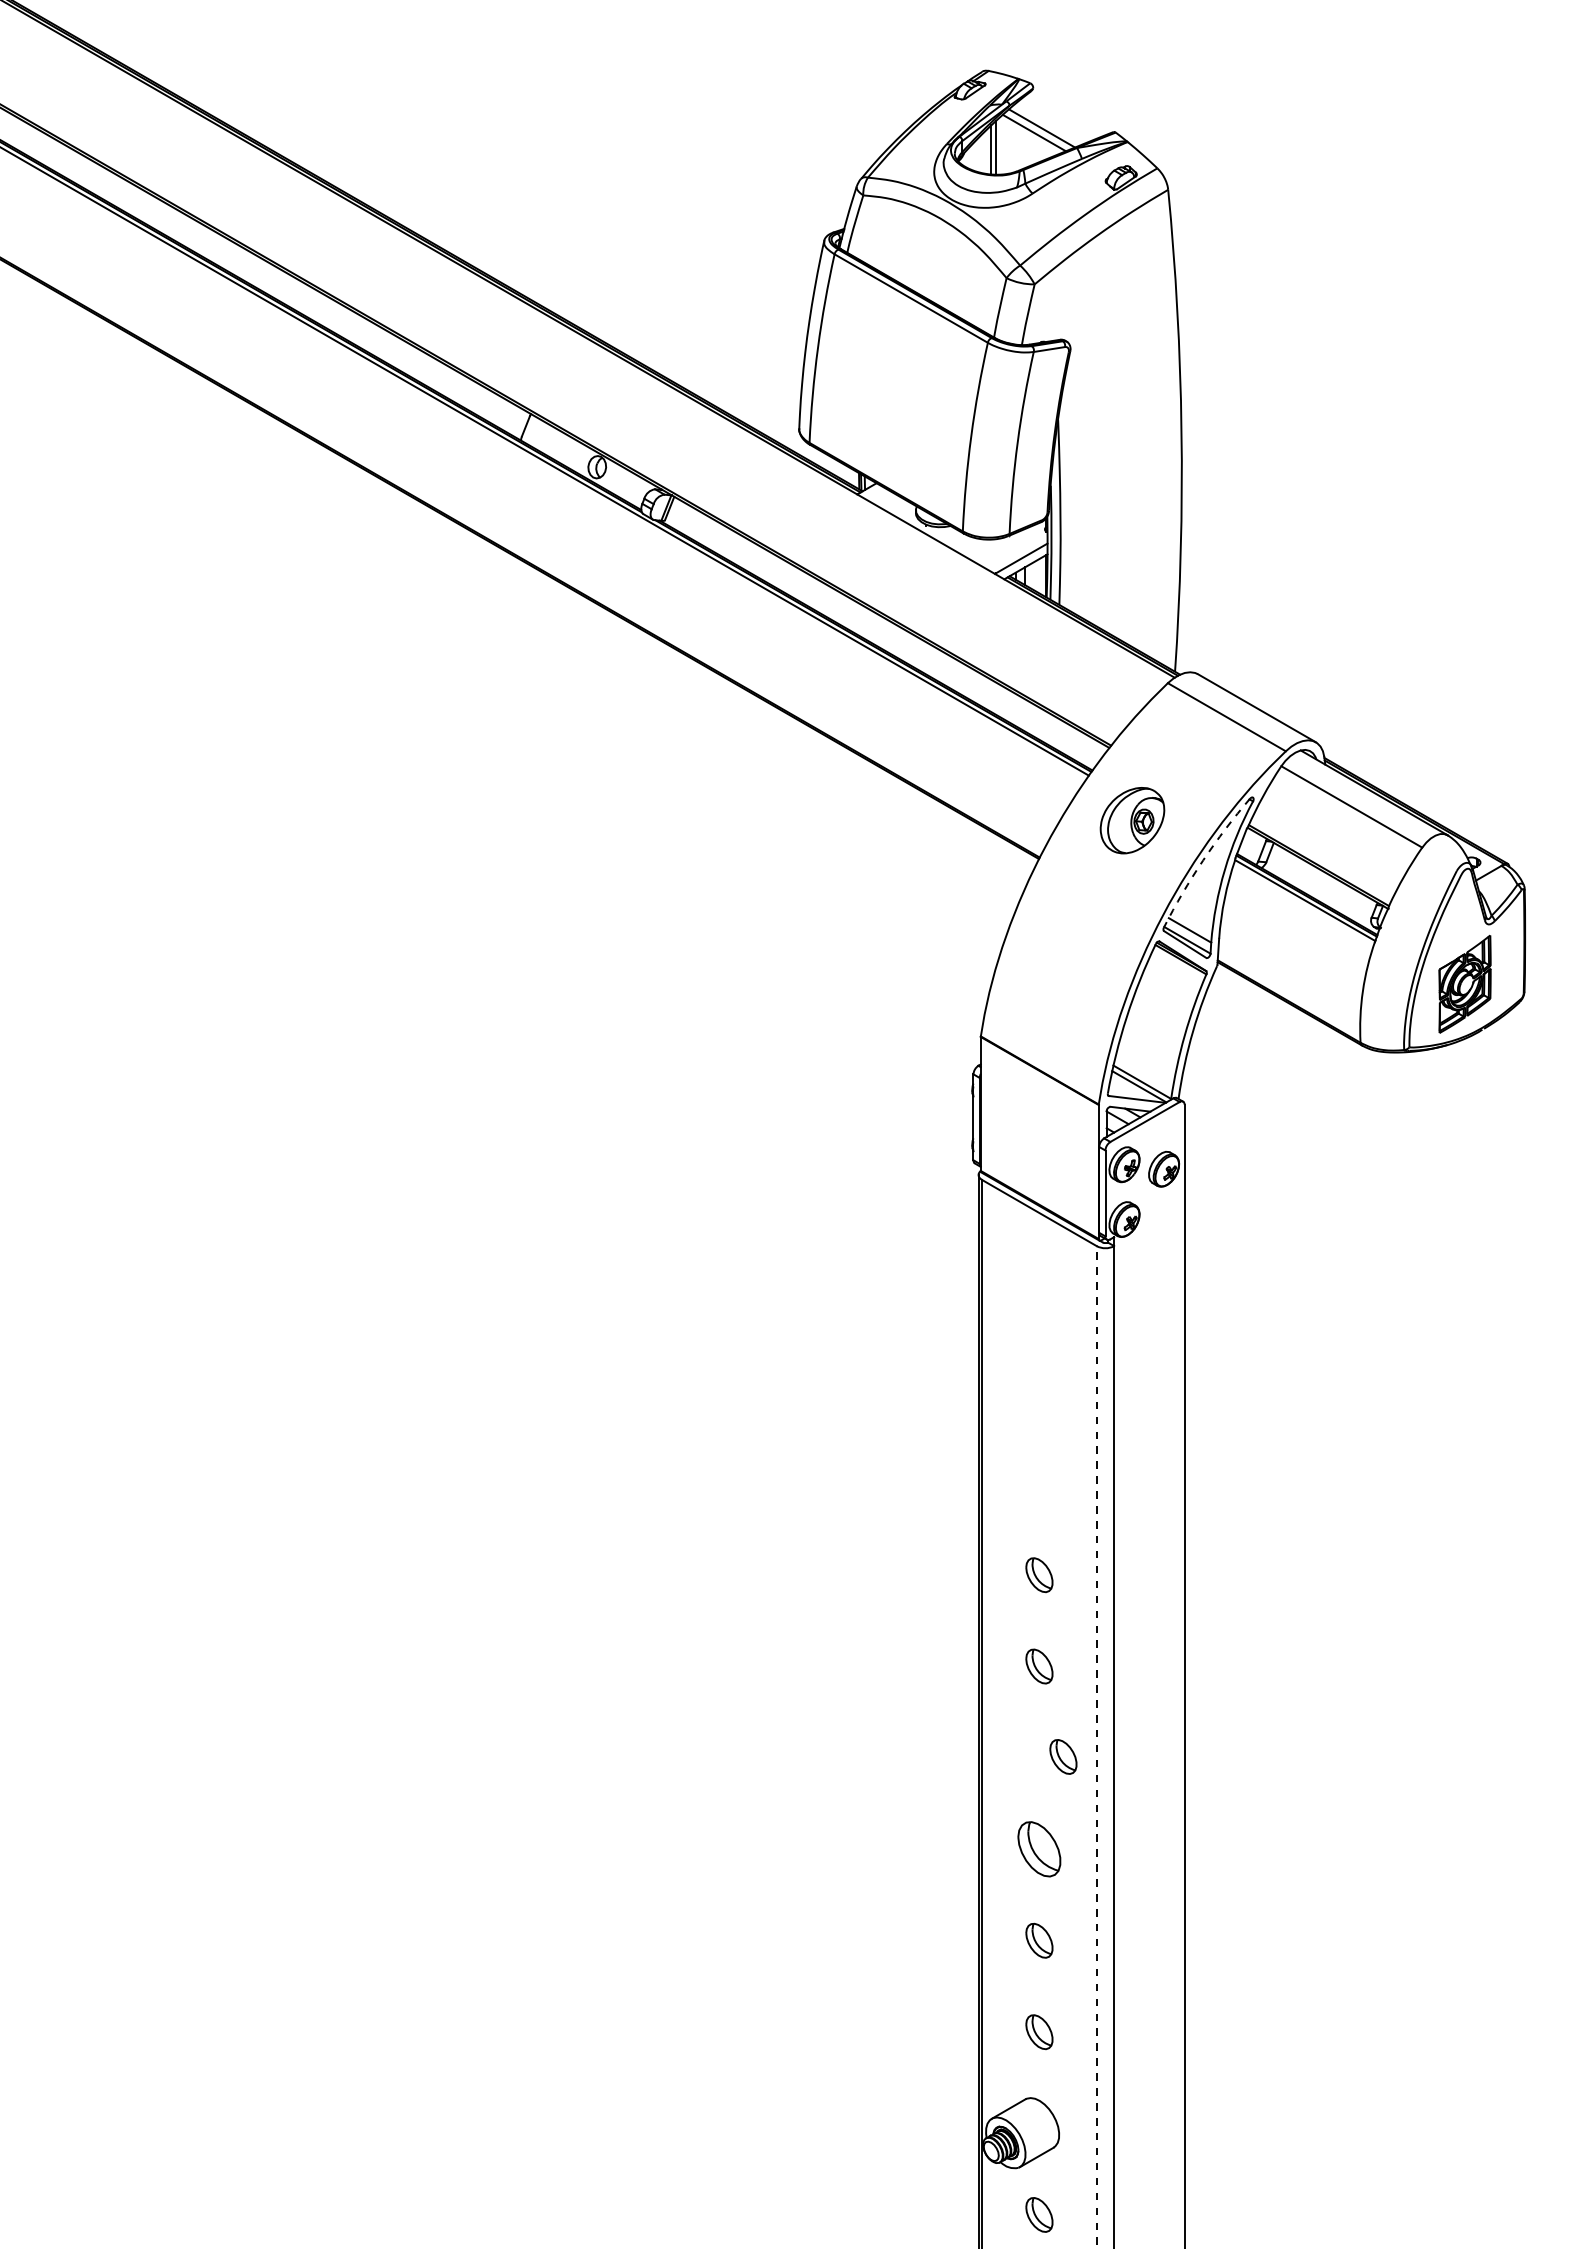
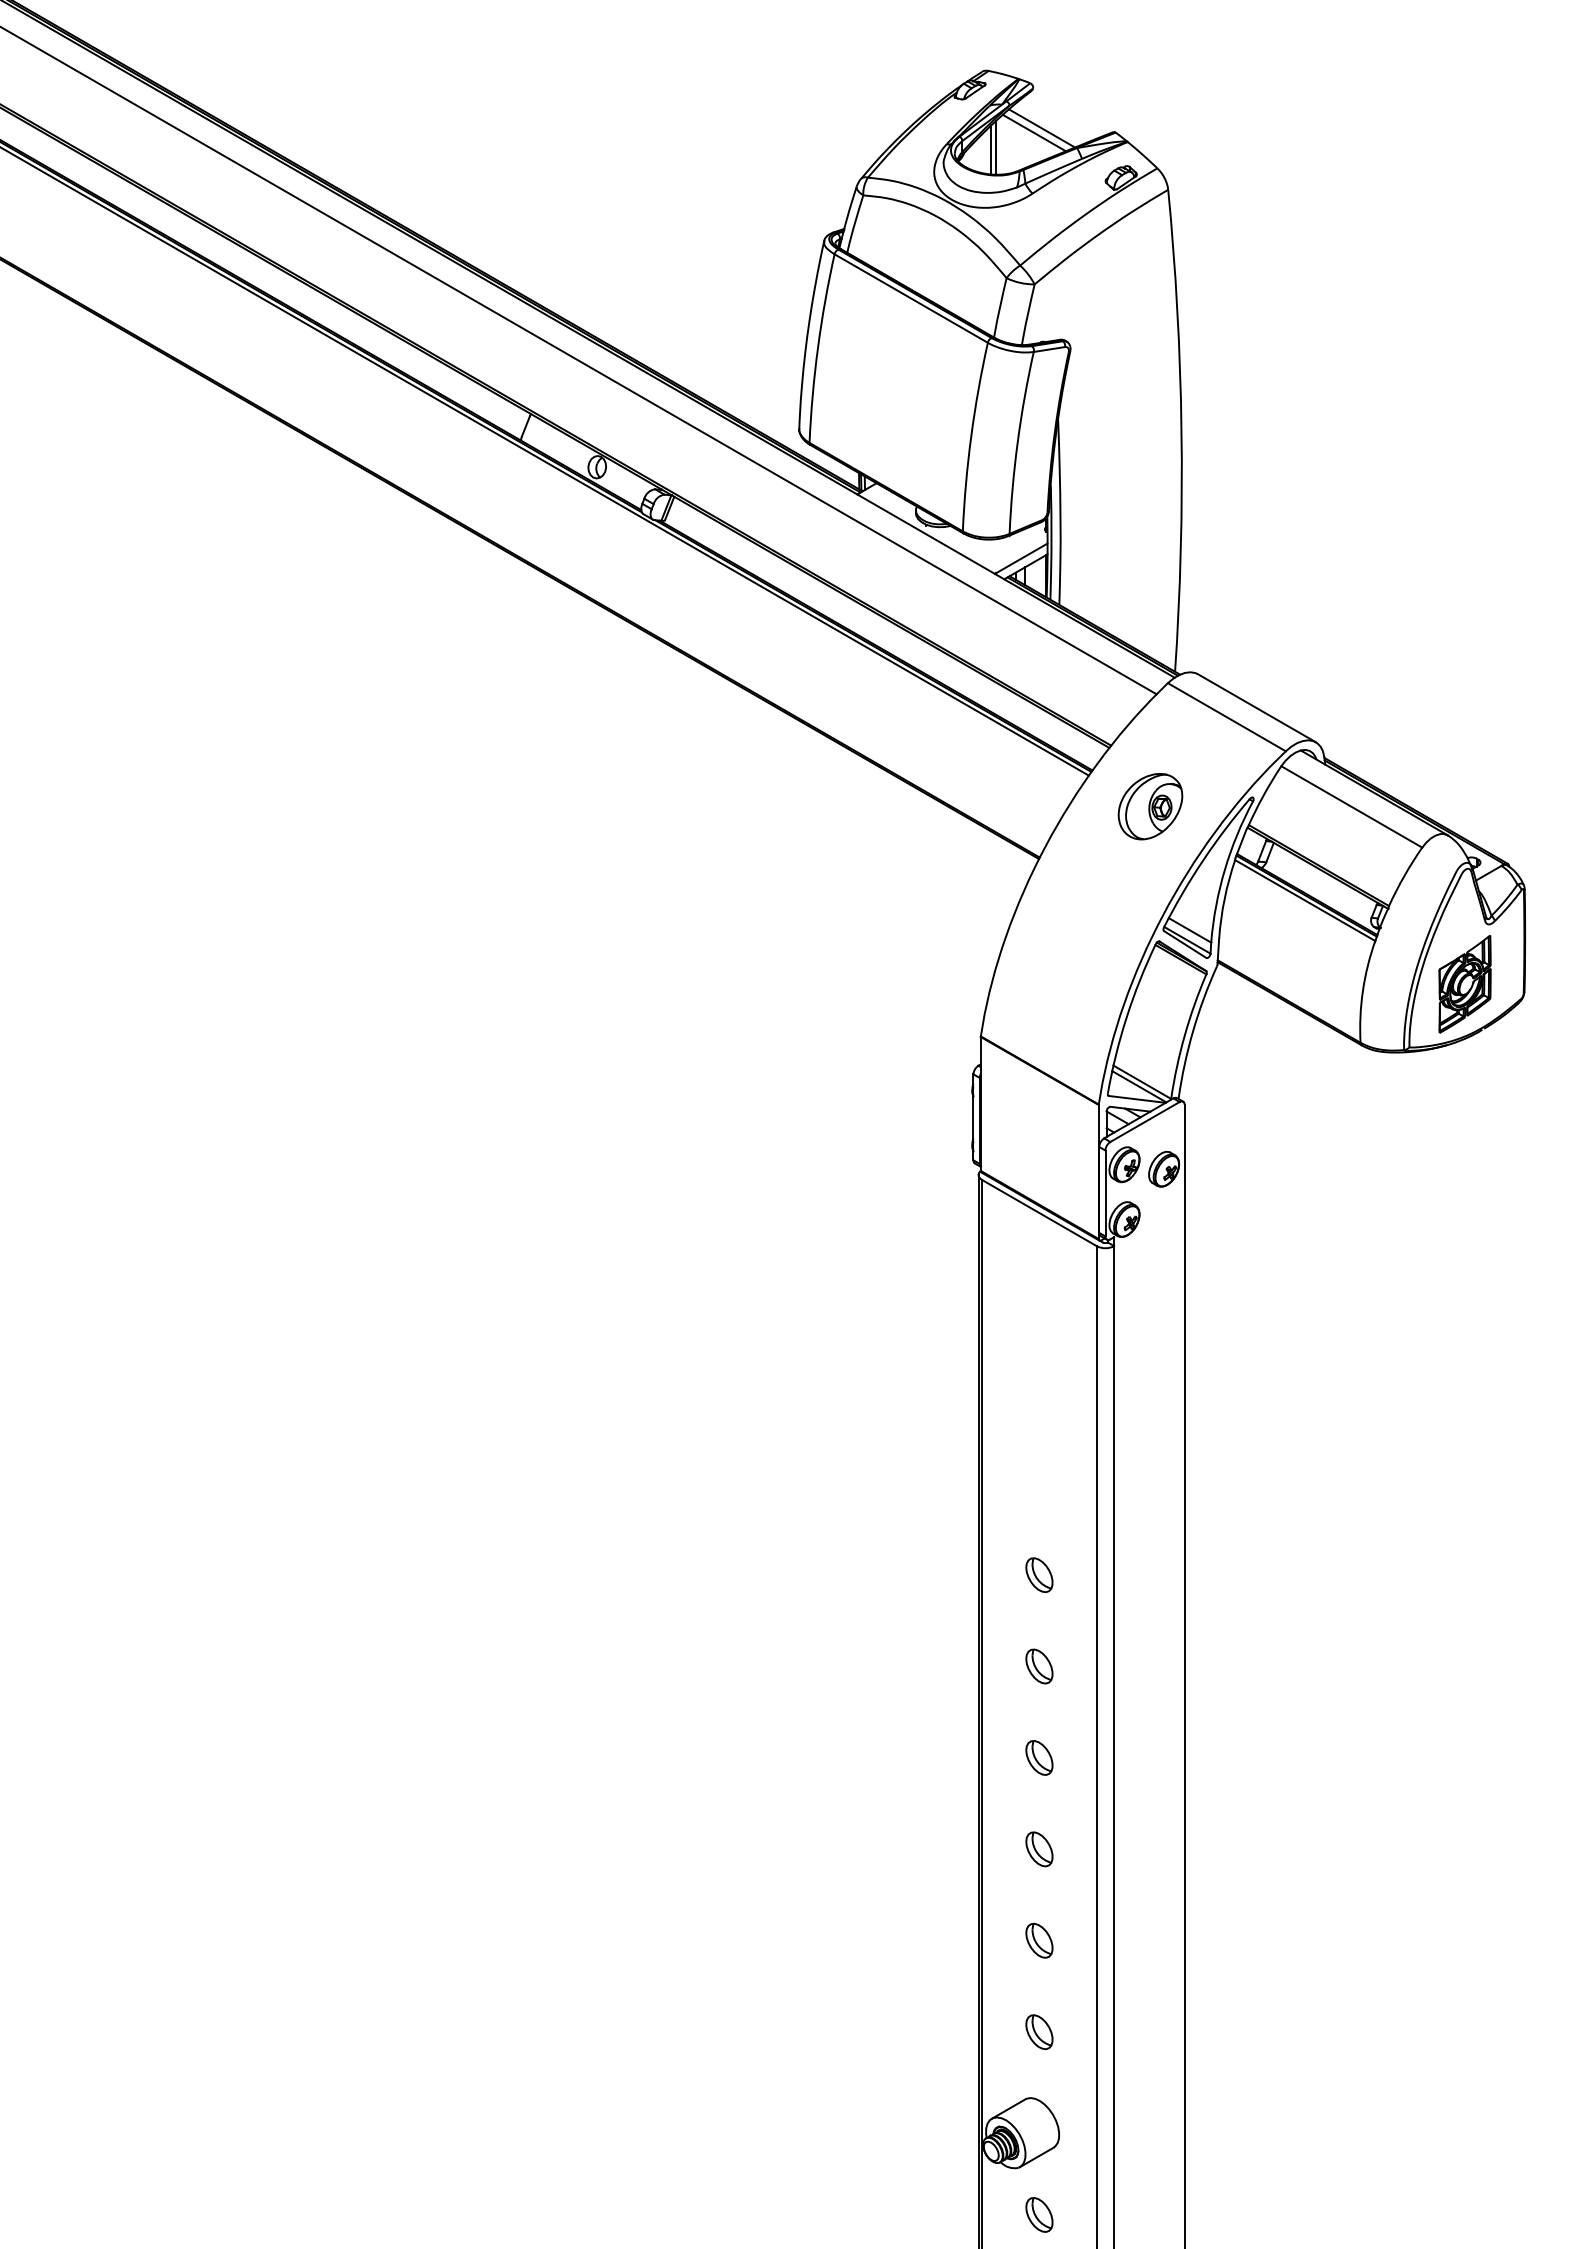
line at (579, 360): none -> present
part at (1132, 820) position: (1132, 820) -> (1150, 806)
arc at (1203, 860): dashed -> solid
line at (1096, 1747): dashed -> solid
part at (1063, 1756) position: (1063, 1756) -> (1039, 1757)
part at (1039, 1849) size: 45x57 px -> 29x37 px
